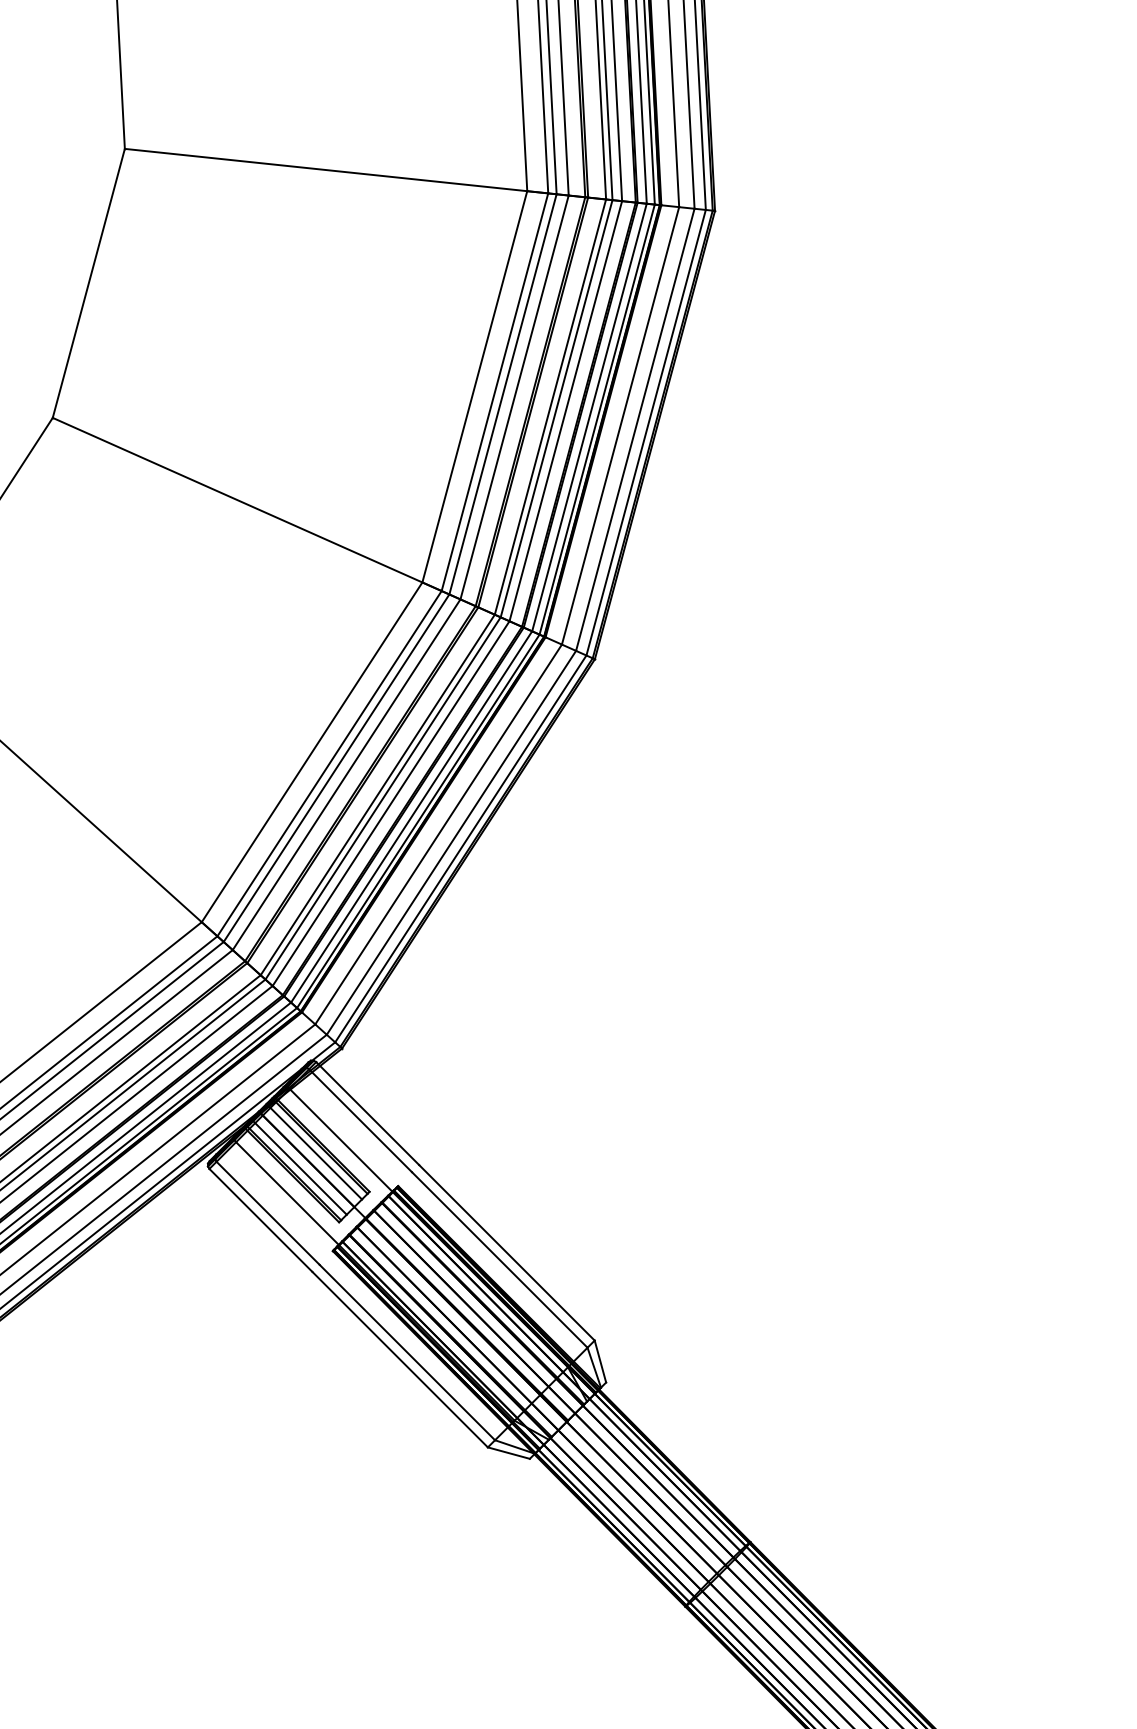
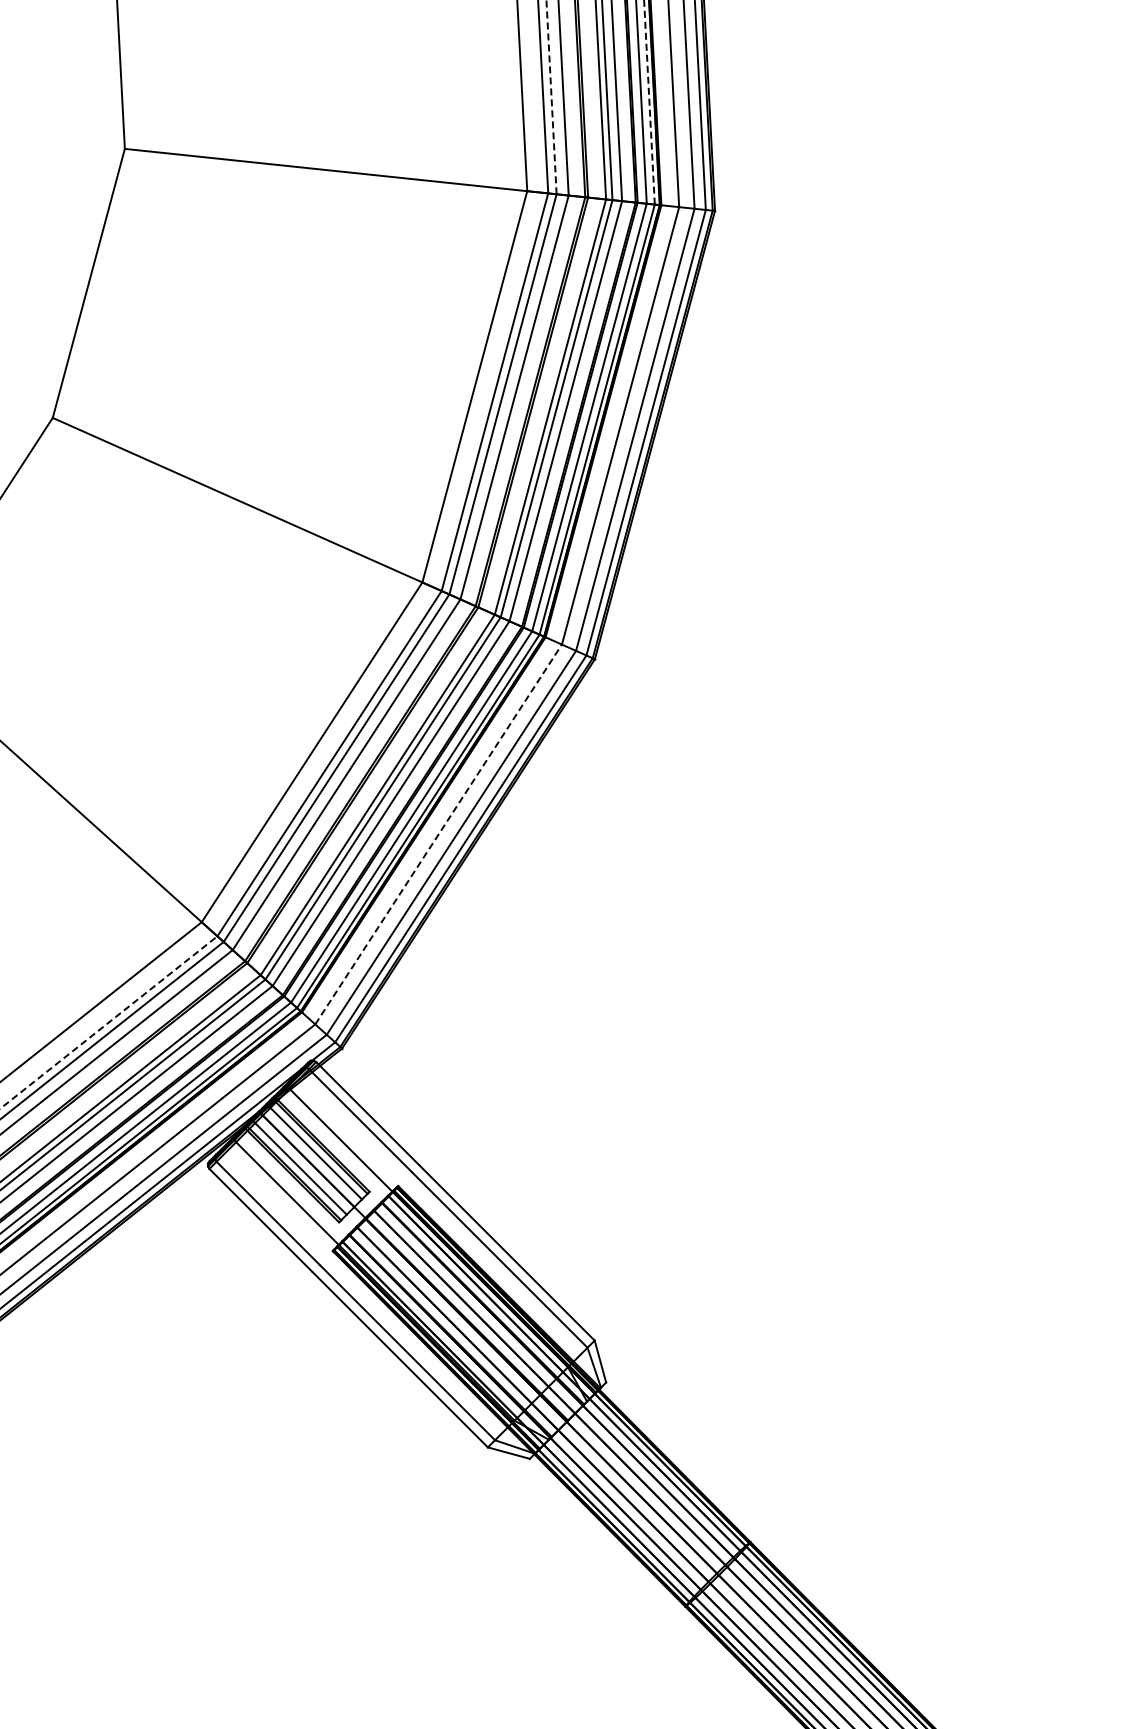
line at (551, 97): solid -> dashed
line at (649, 101): solid -> dashed
line at (438, 834): solid -> dashed
line at (108, 1022): solid -> dashed
